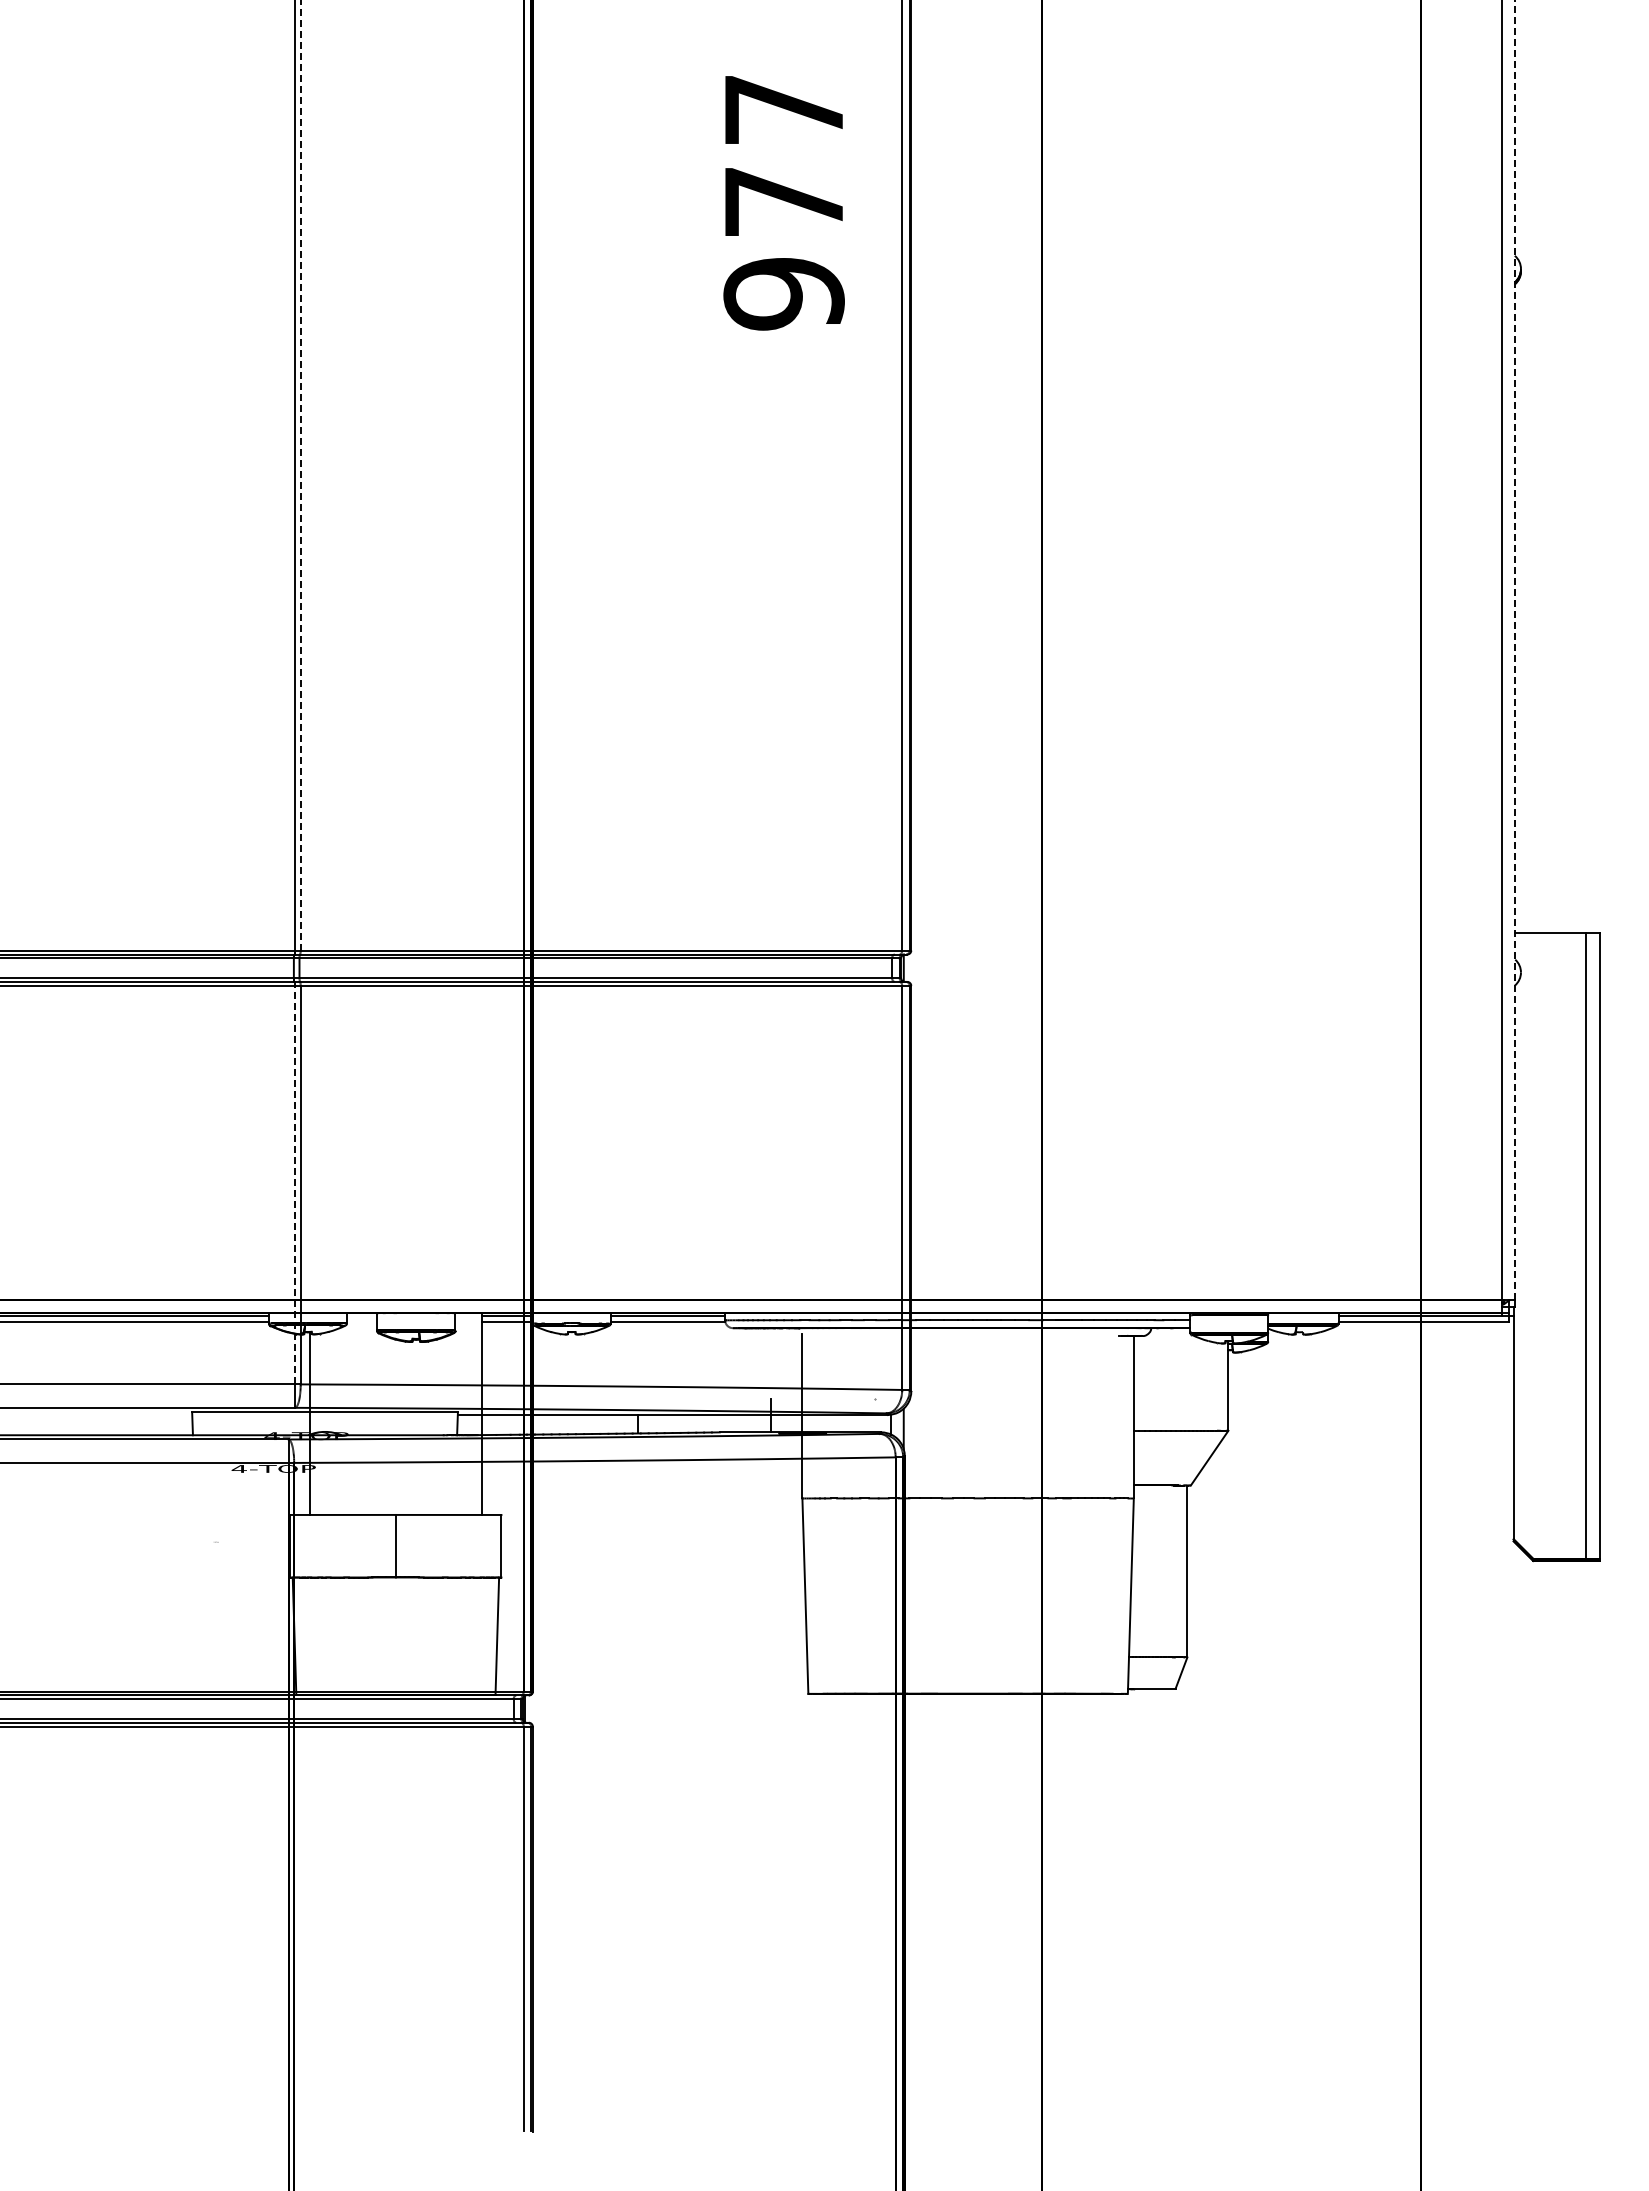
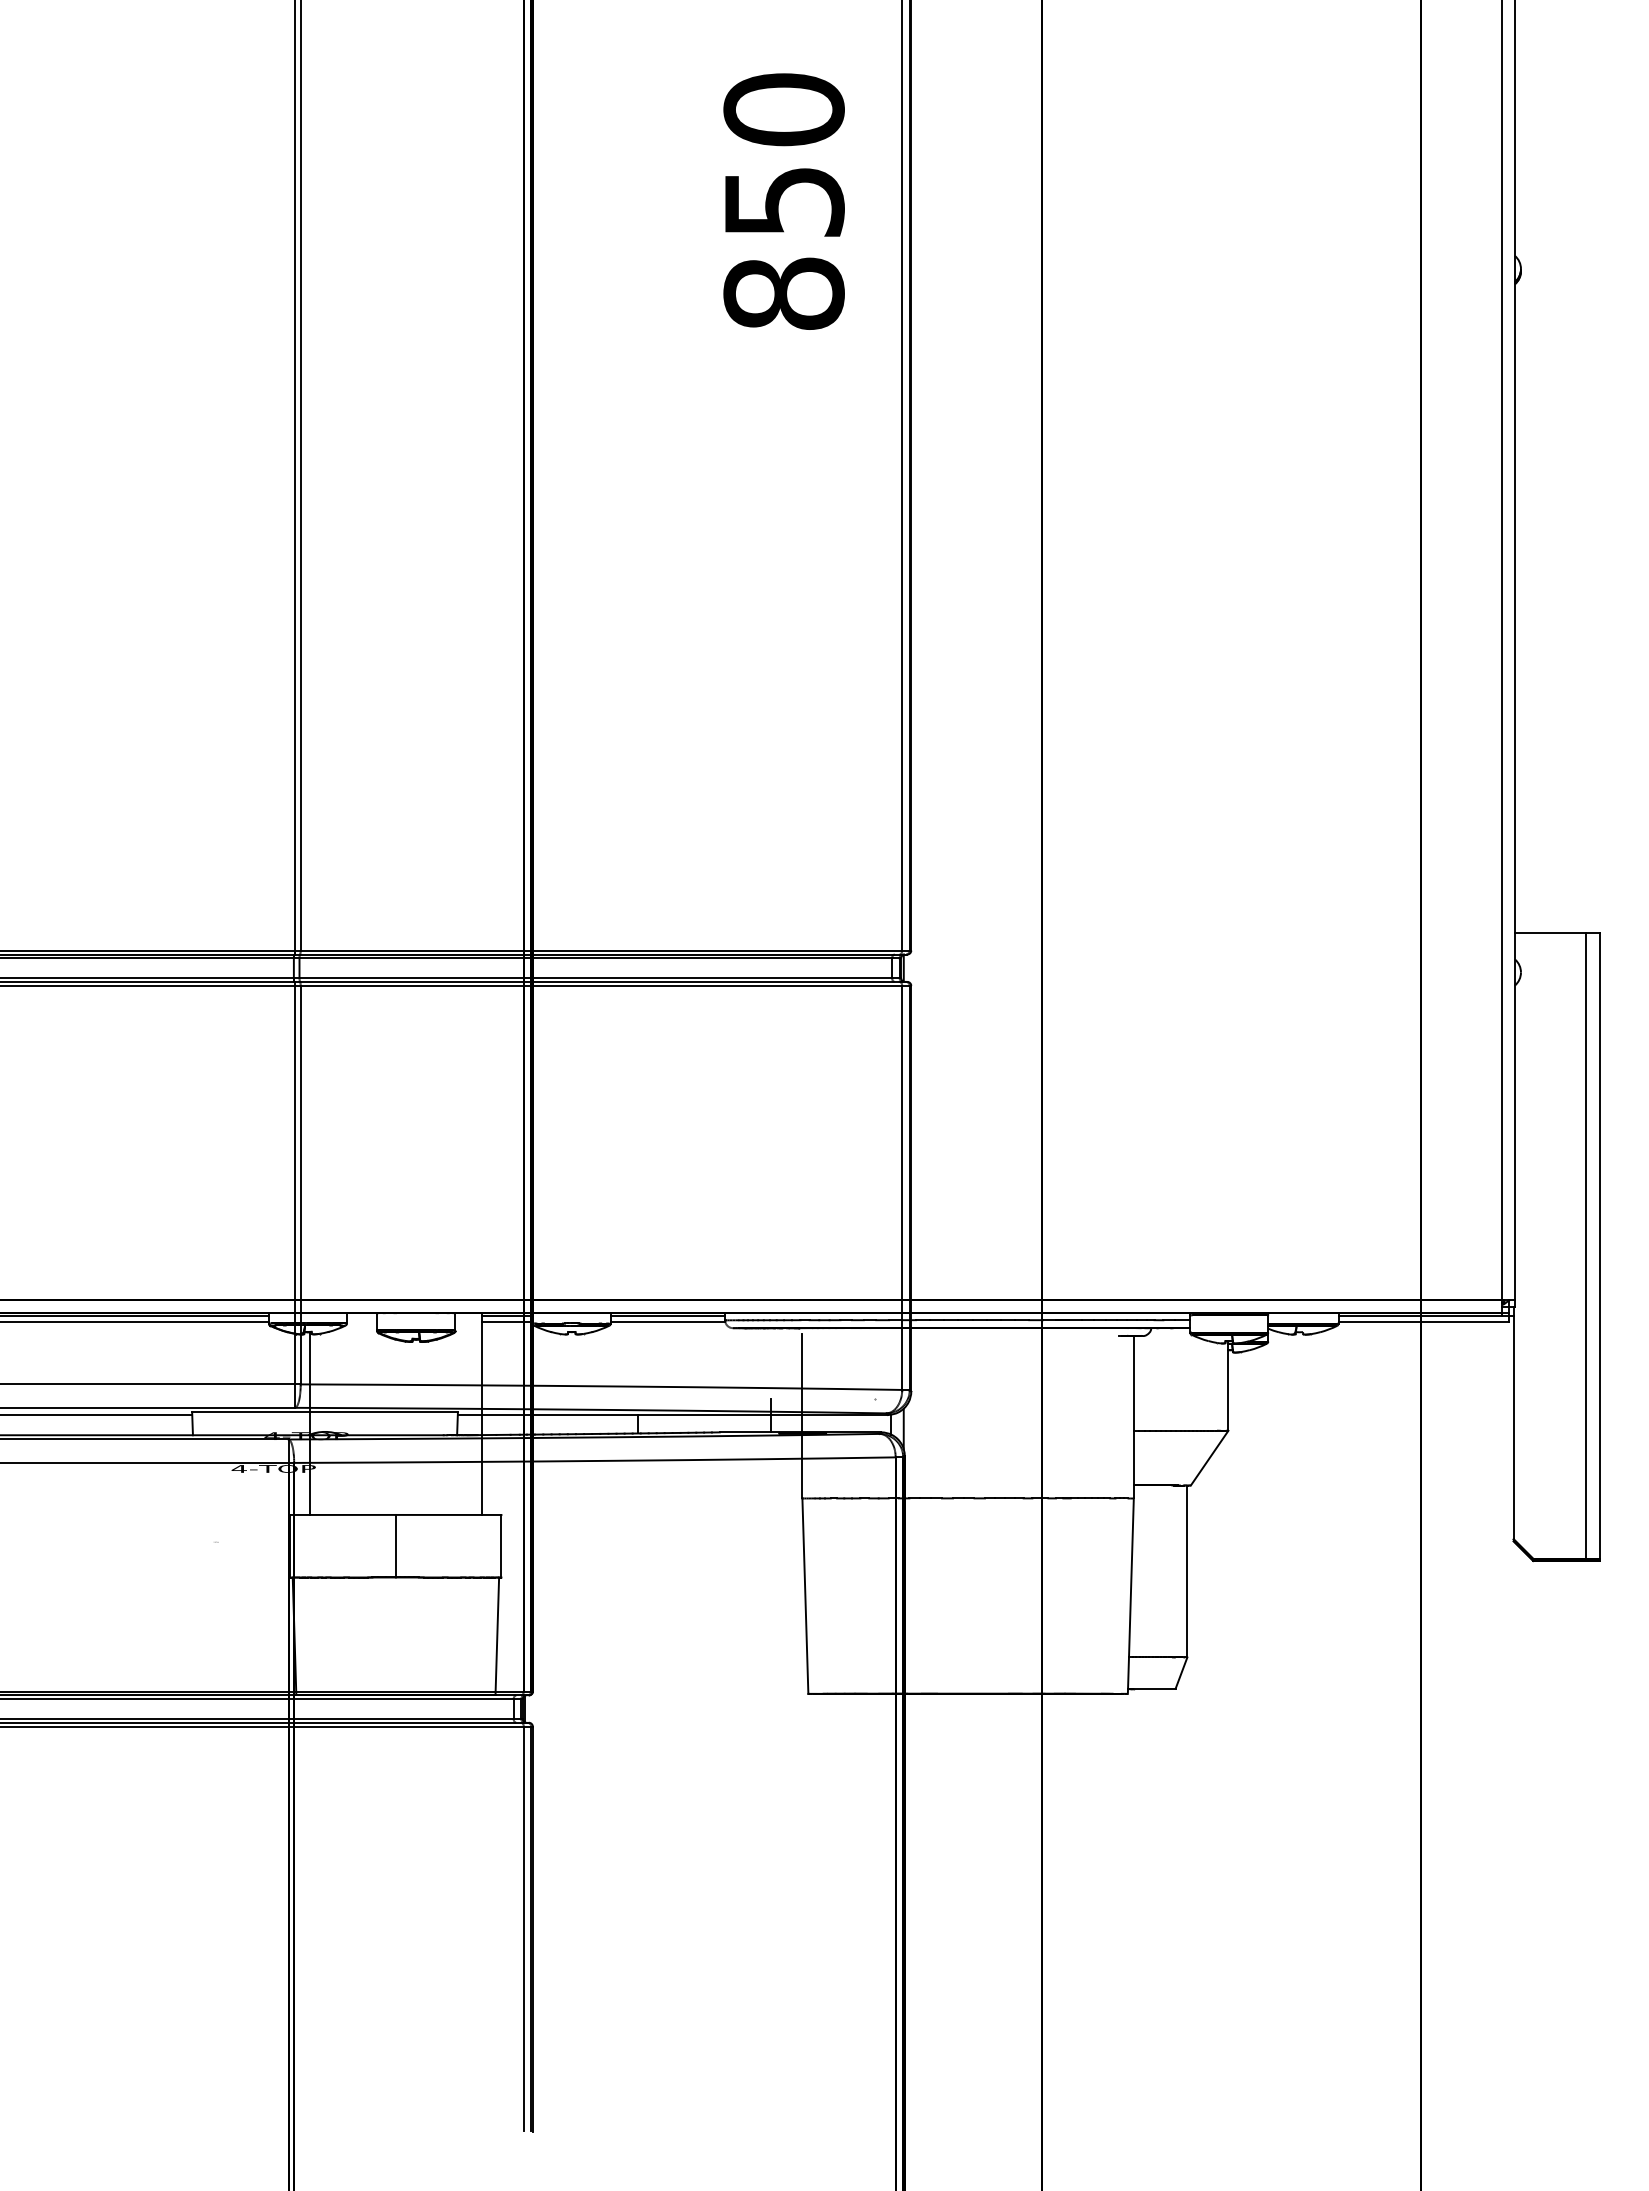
text at (783, 201): 977 -> 850
line at (300, 475): dashed -> solid
line at (1514, 650): dashed -> solid
line at (295, 1184): dashed -> solid
line at (97, 1414): none -> present
